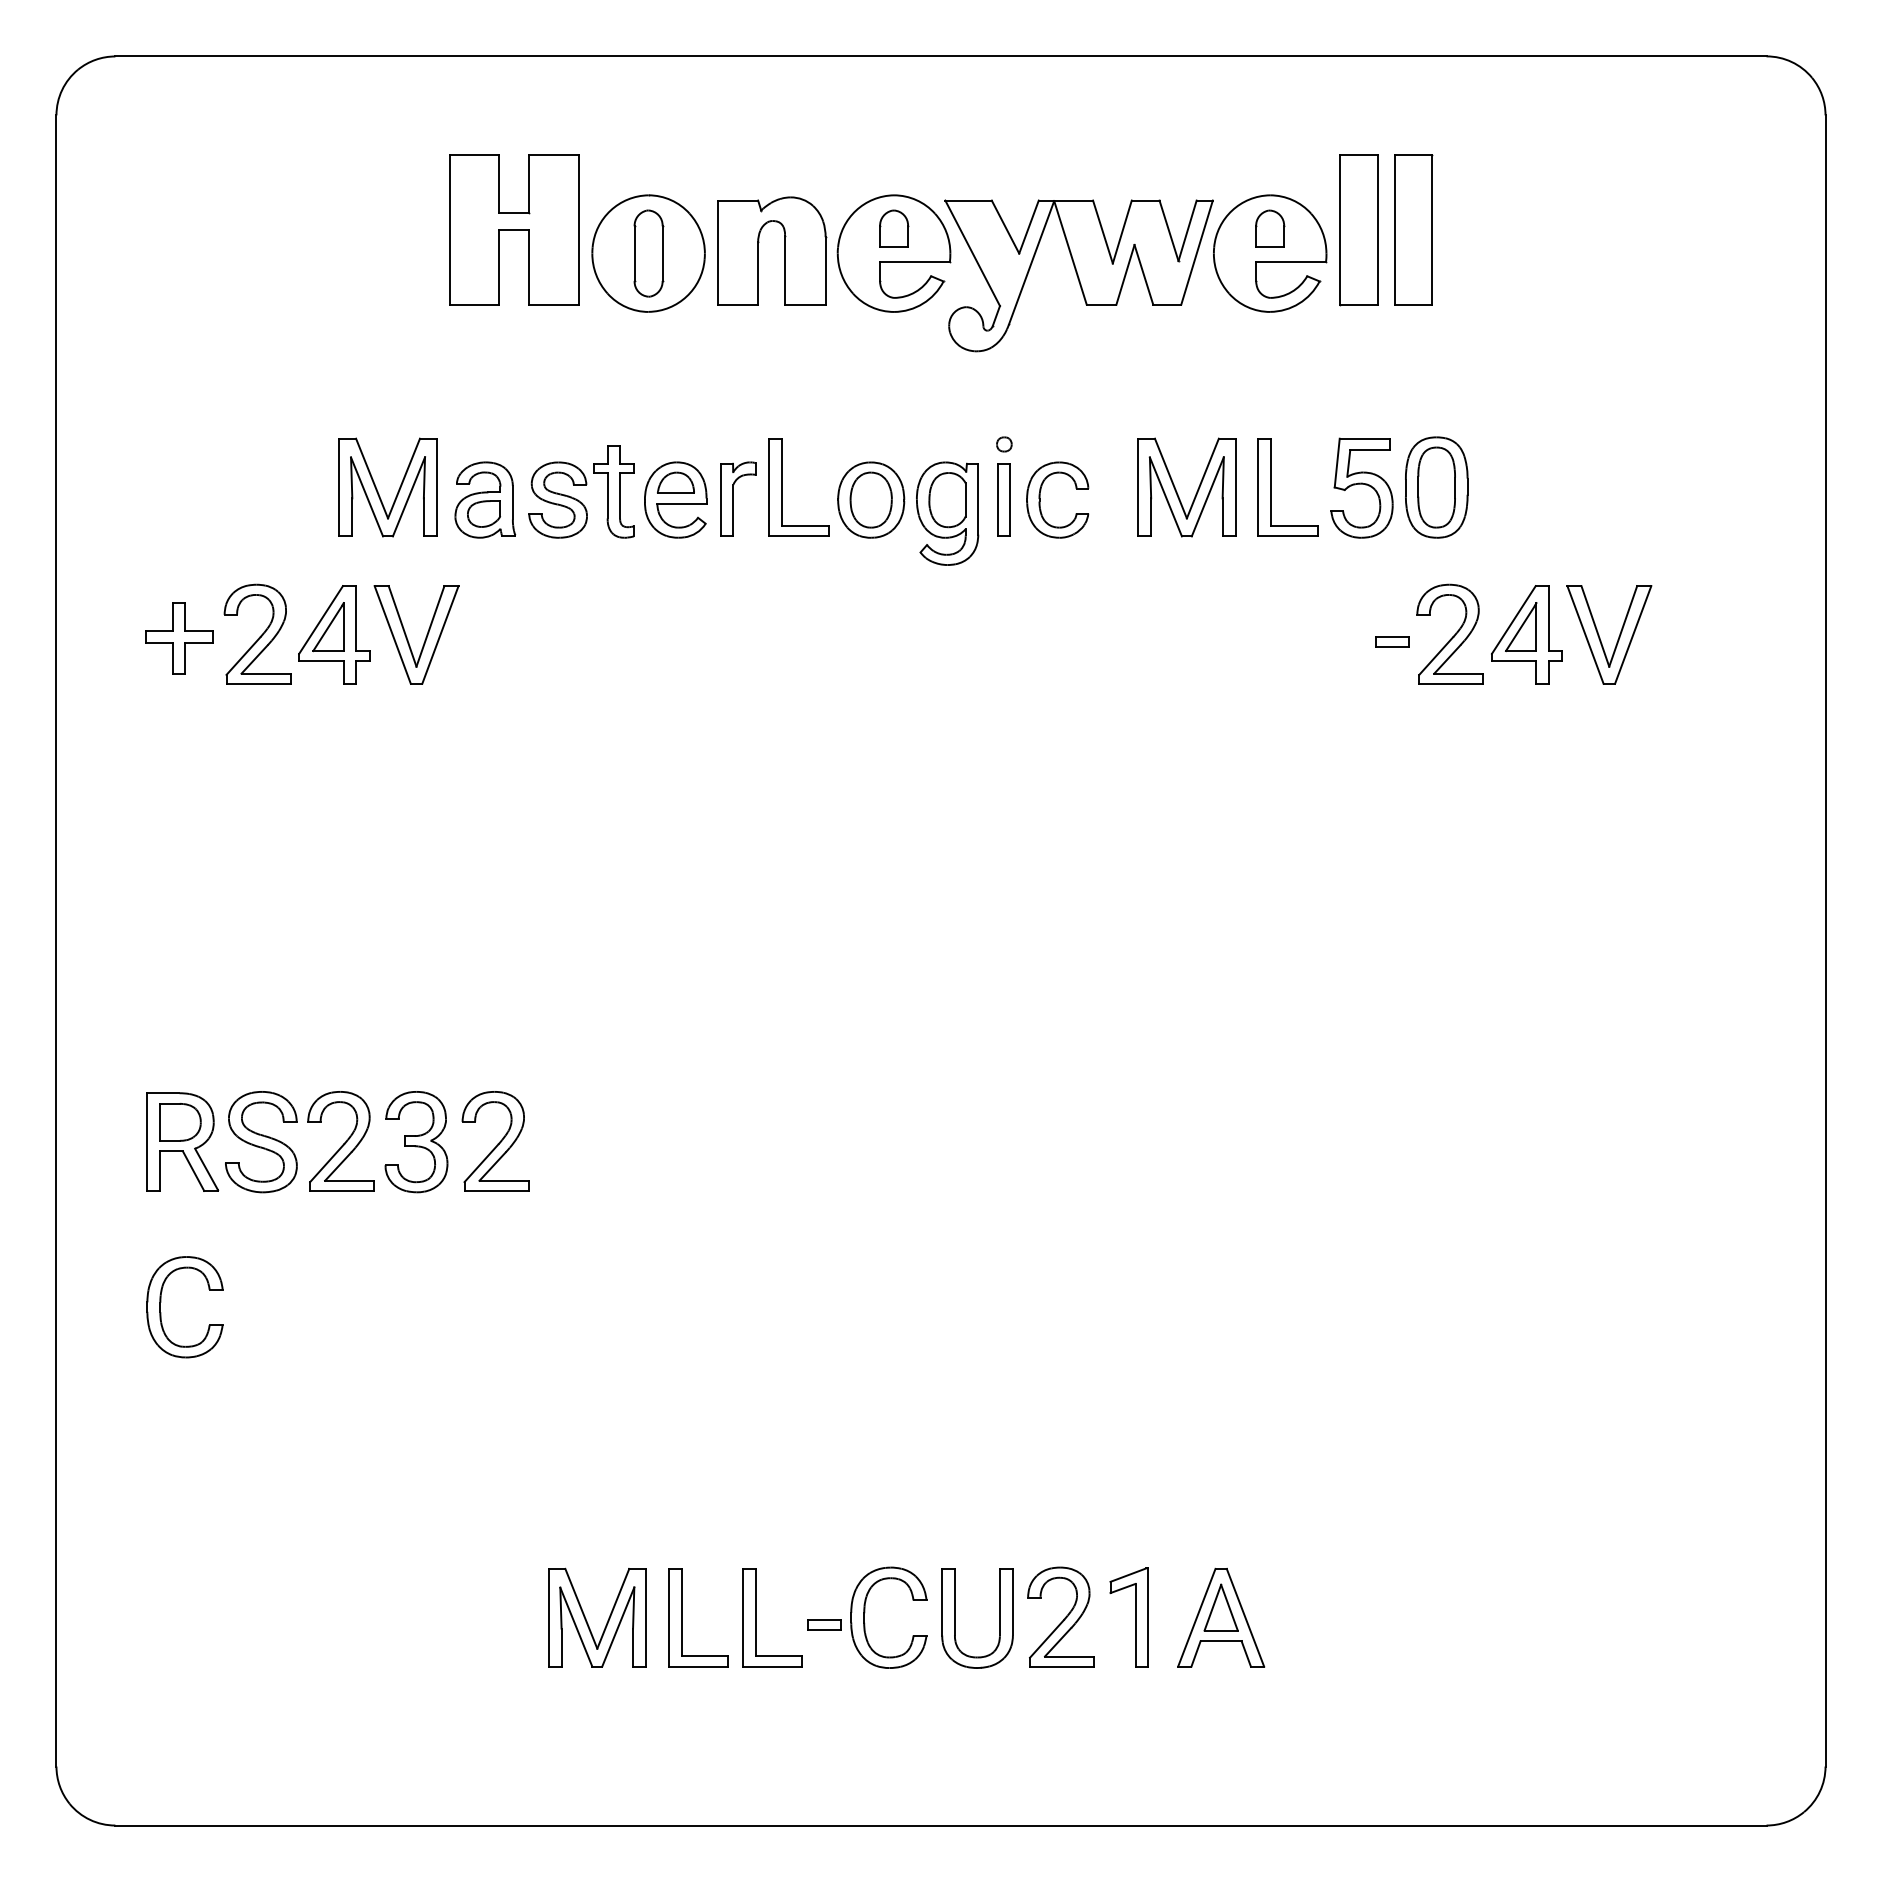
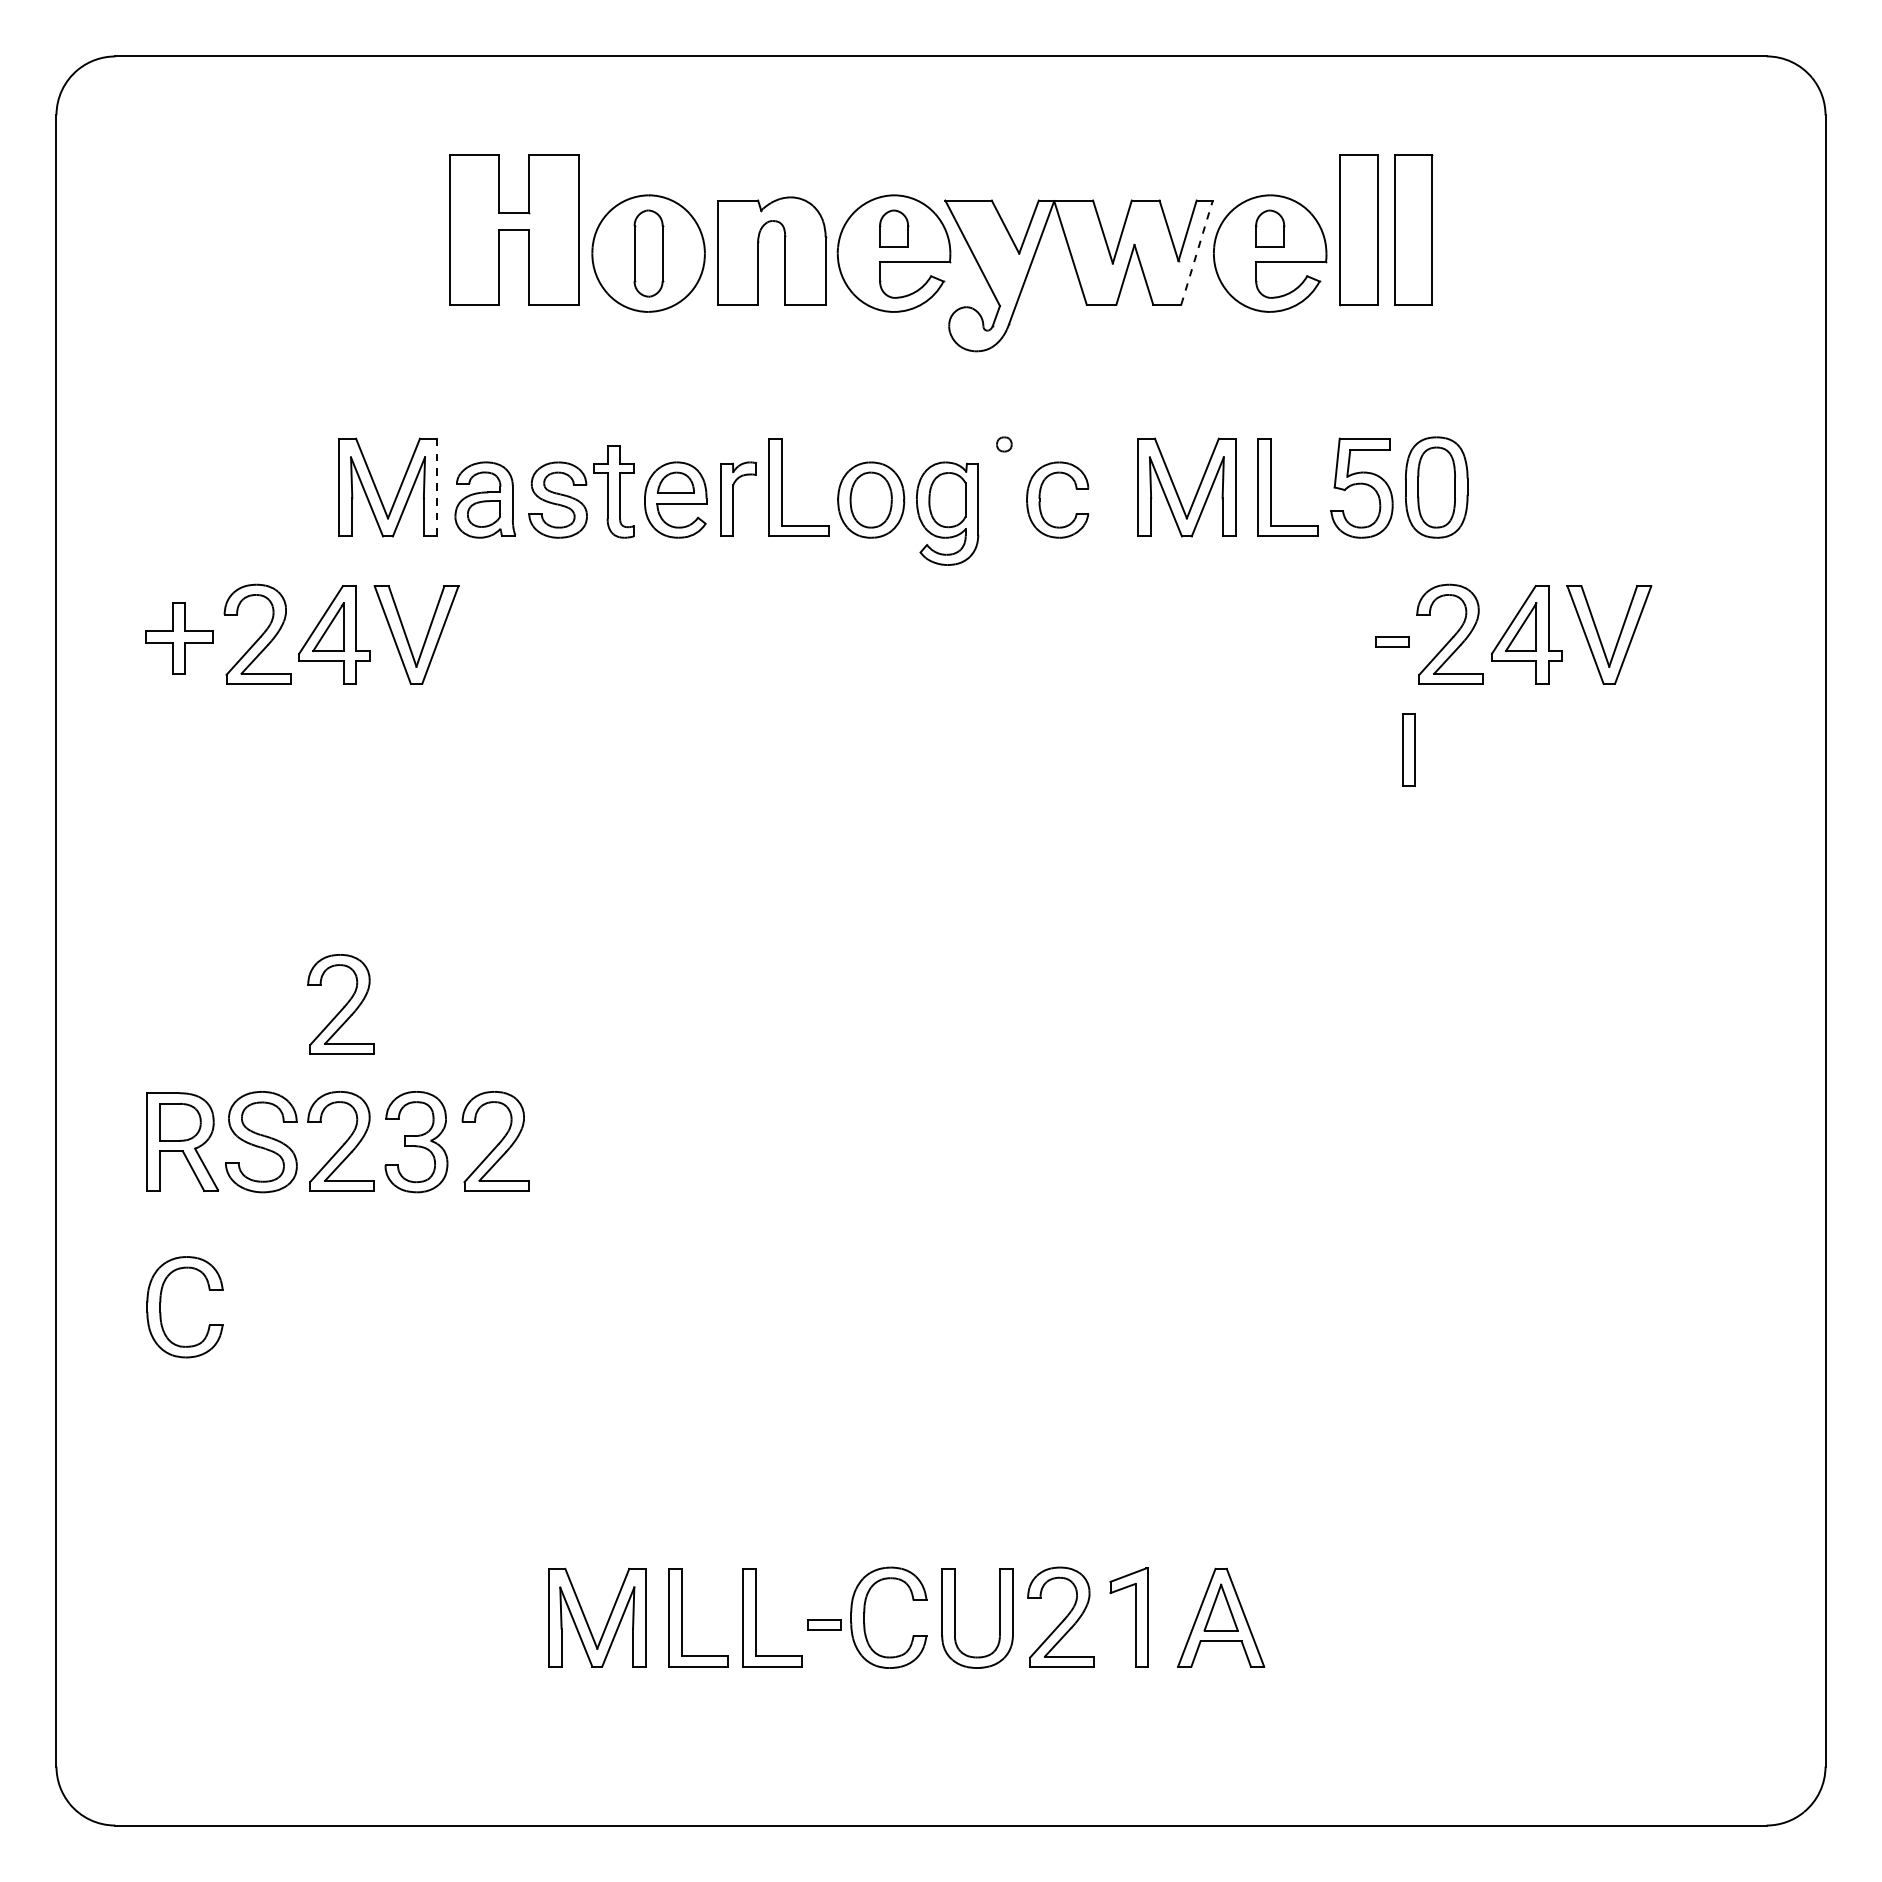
line at (1197, 252): solid -> dashed
line at (436, 487): solid -> dashed
part at (1003, 499) position: (1003, 499) -> (1408, 749)
part at (340, 1004): none -> present
